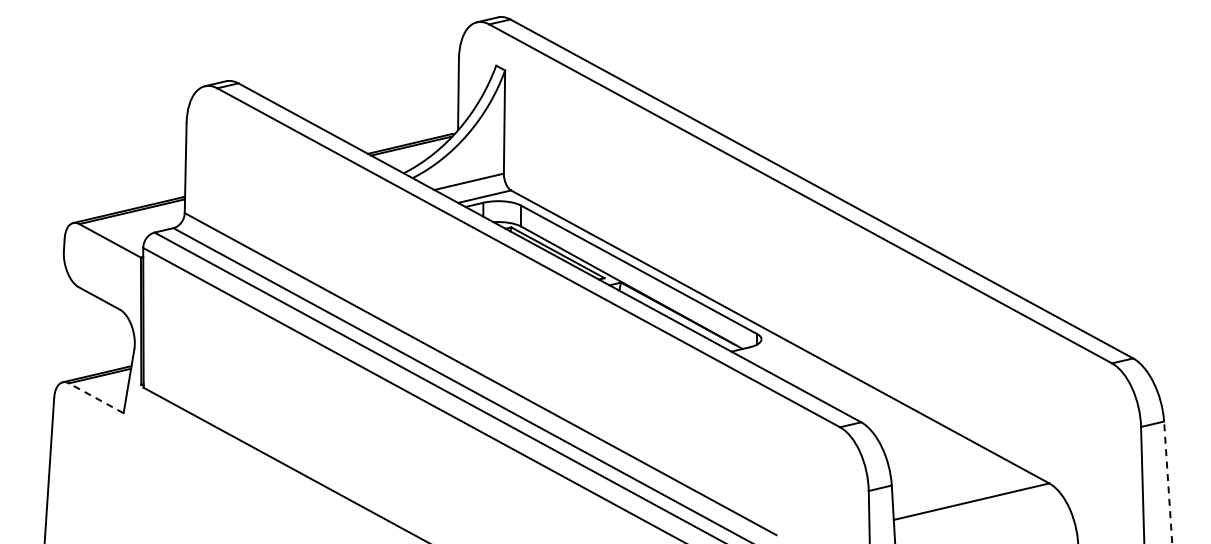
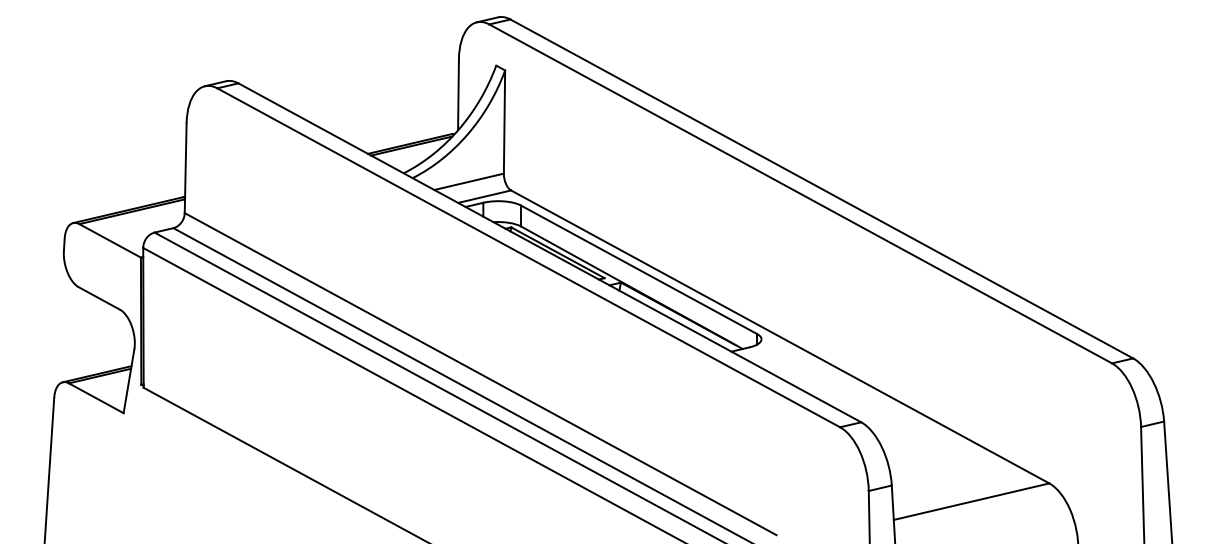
line at (95, 398): dashed -> solid
line at (1168, 482): dashed -> solid
